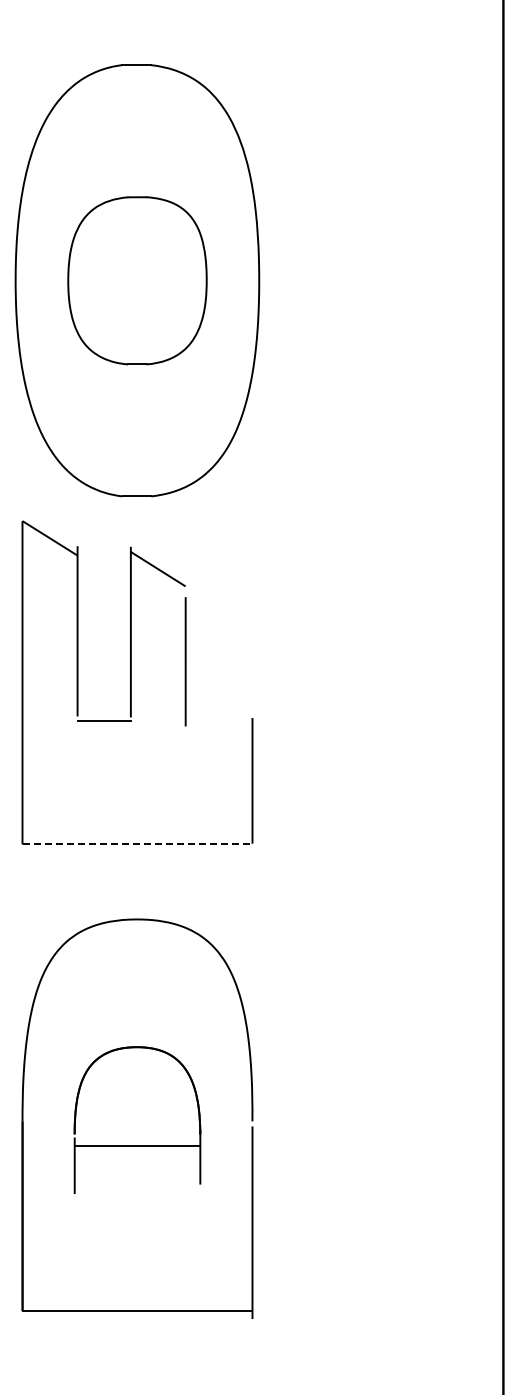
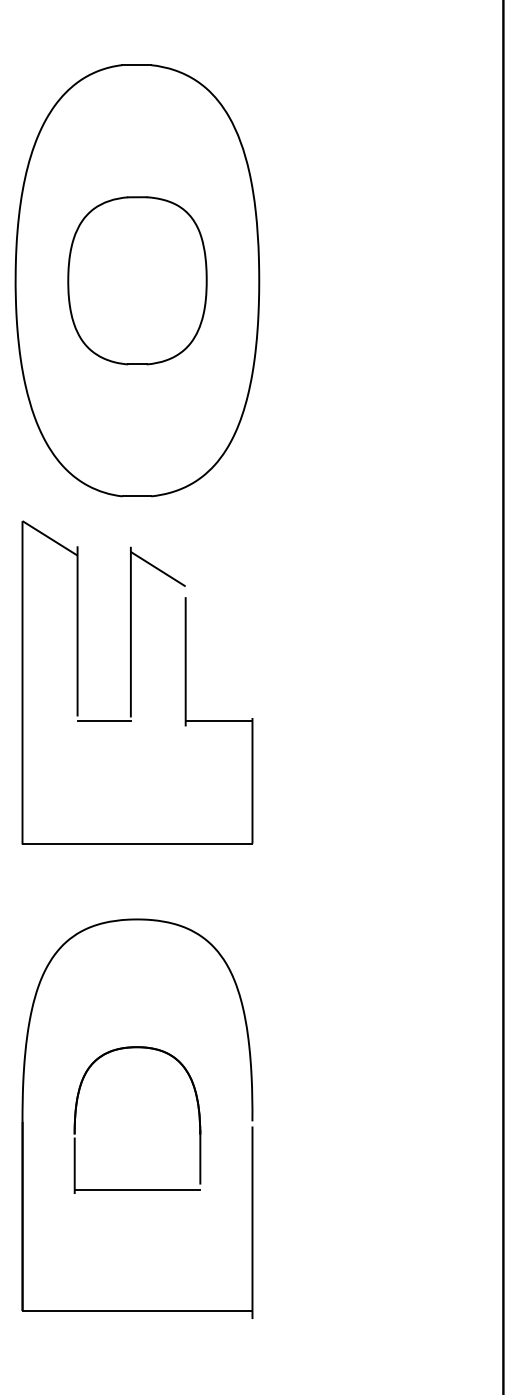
line at (218, 720): none -> present
line at (137, 844): dashed -> solid
line at (137, 1146) position: (137, 1146) -> (137, 1190)
